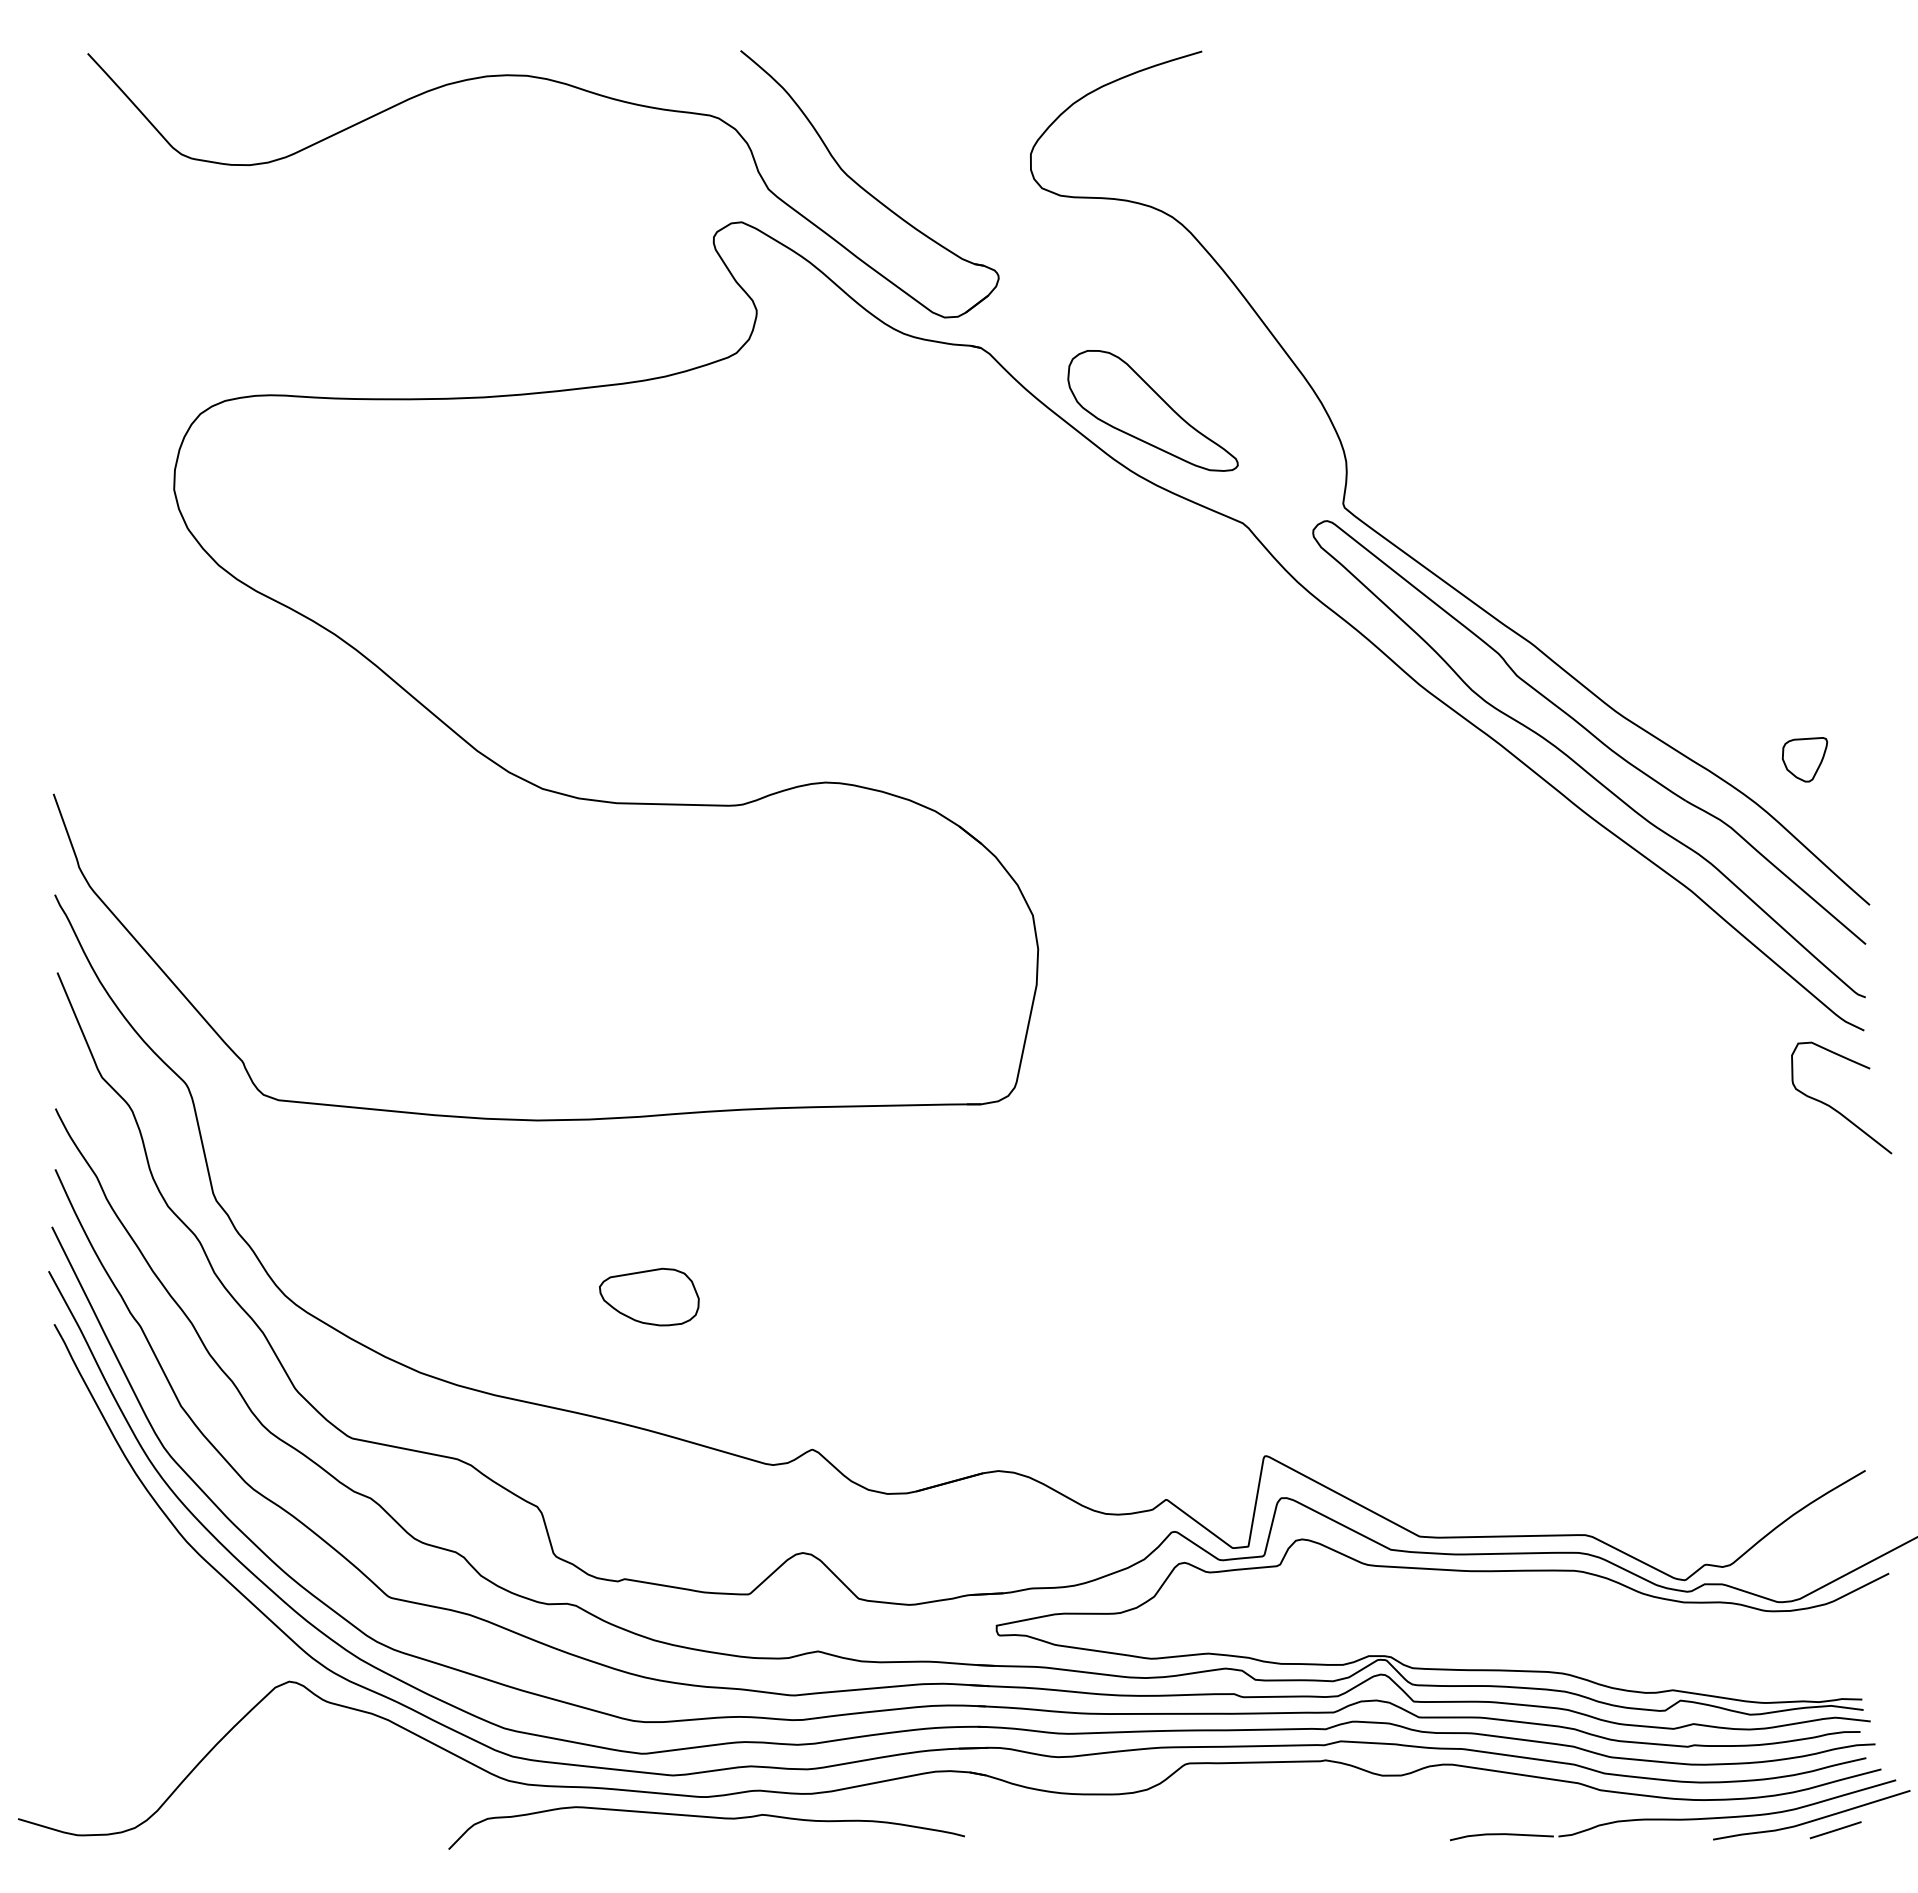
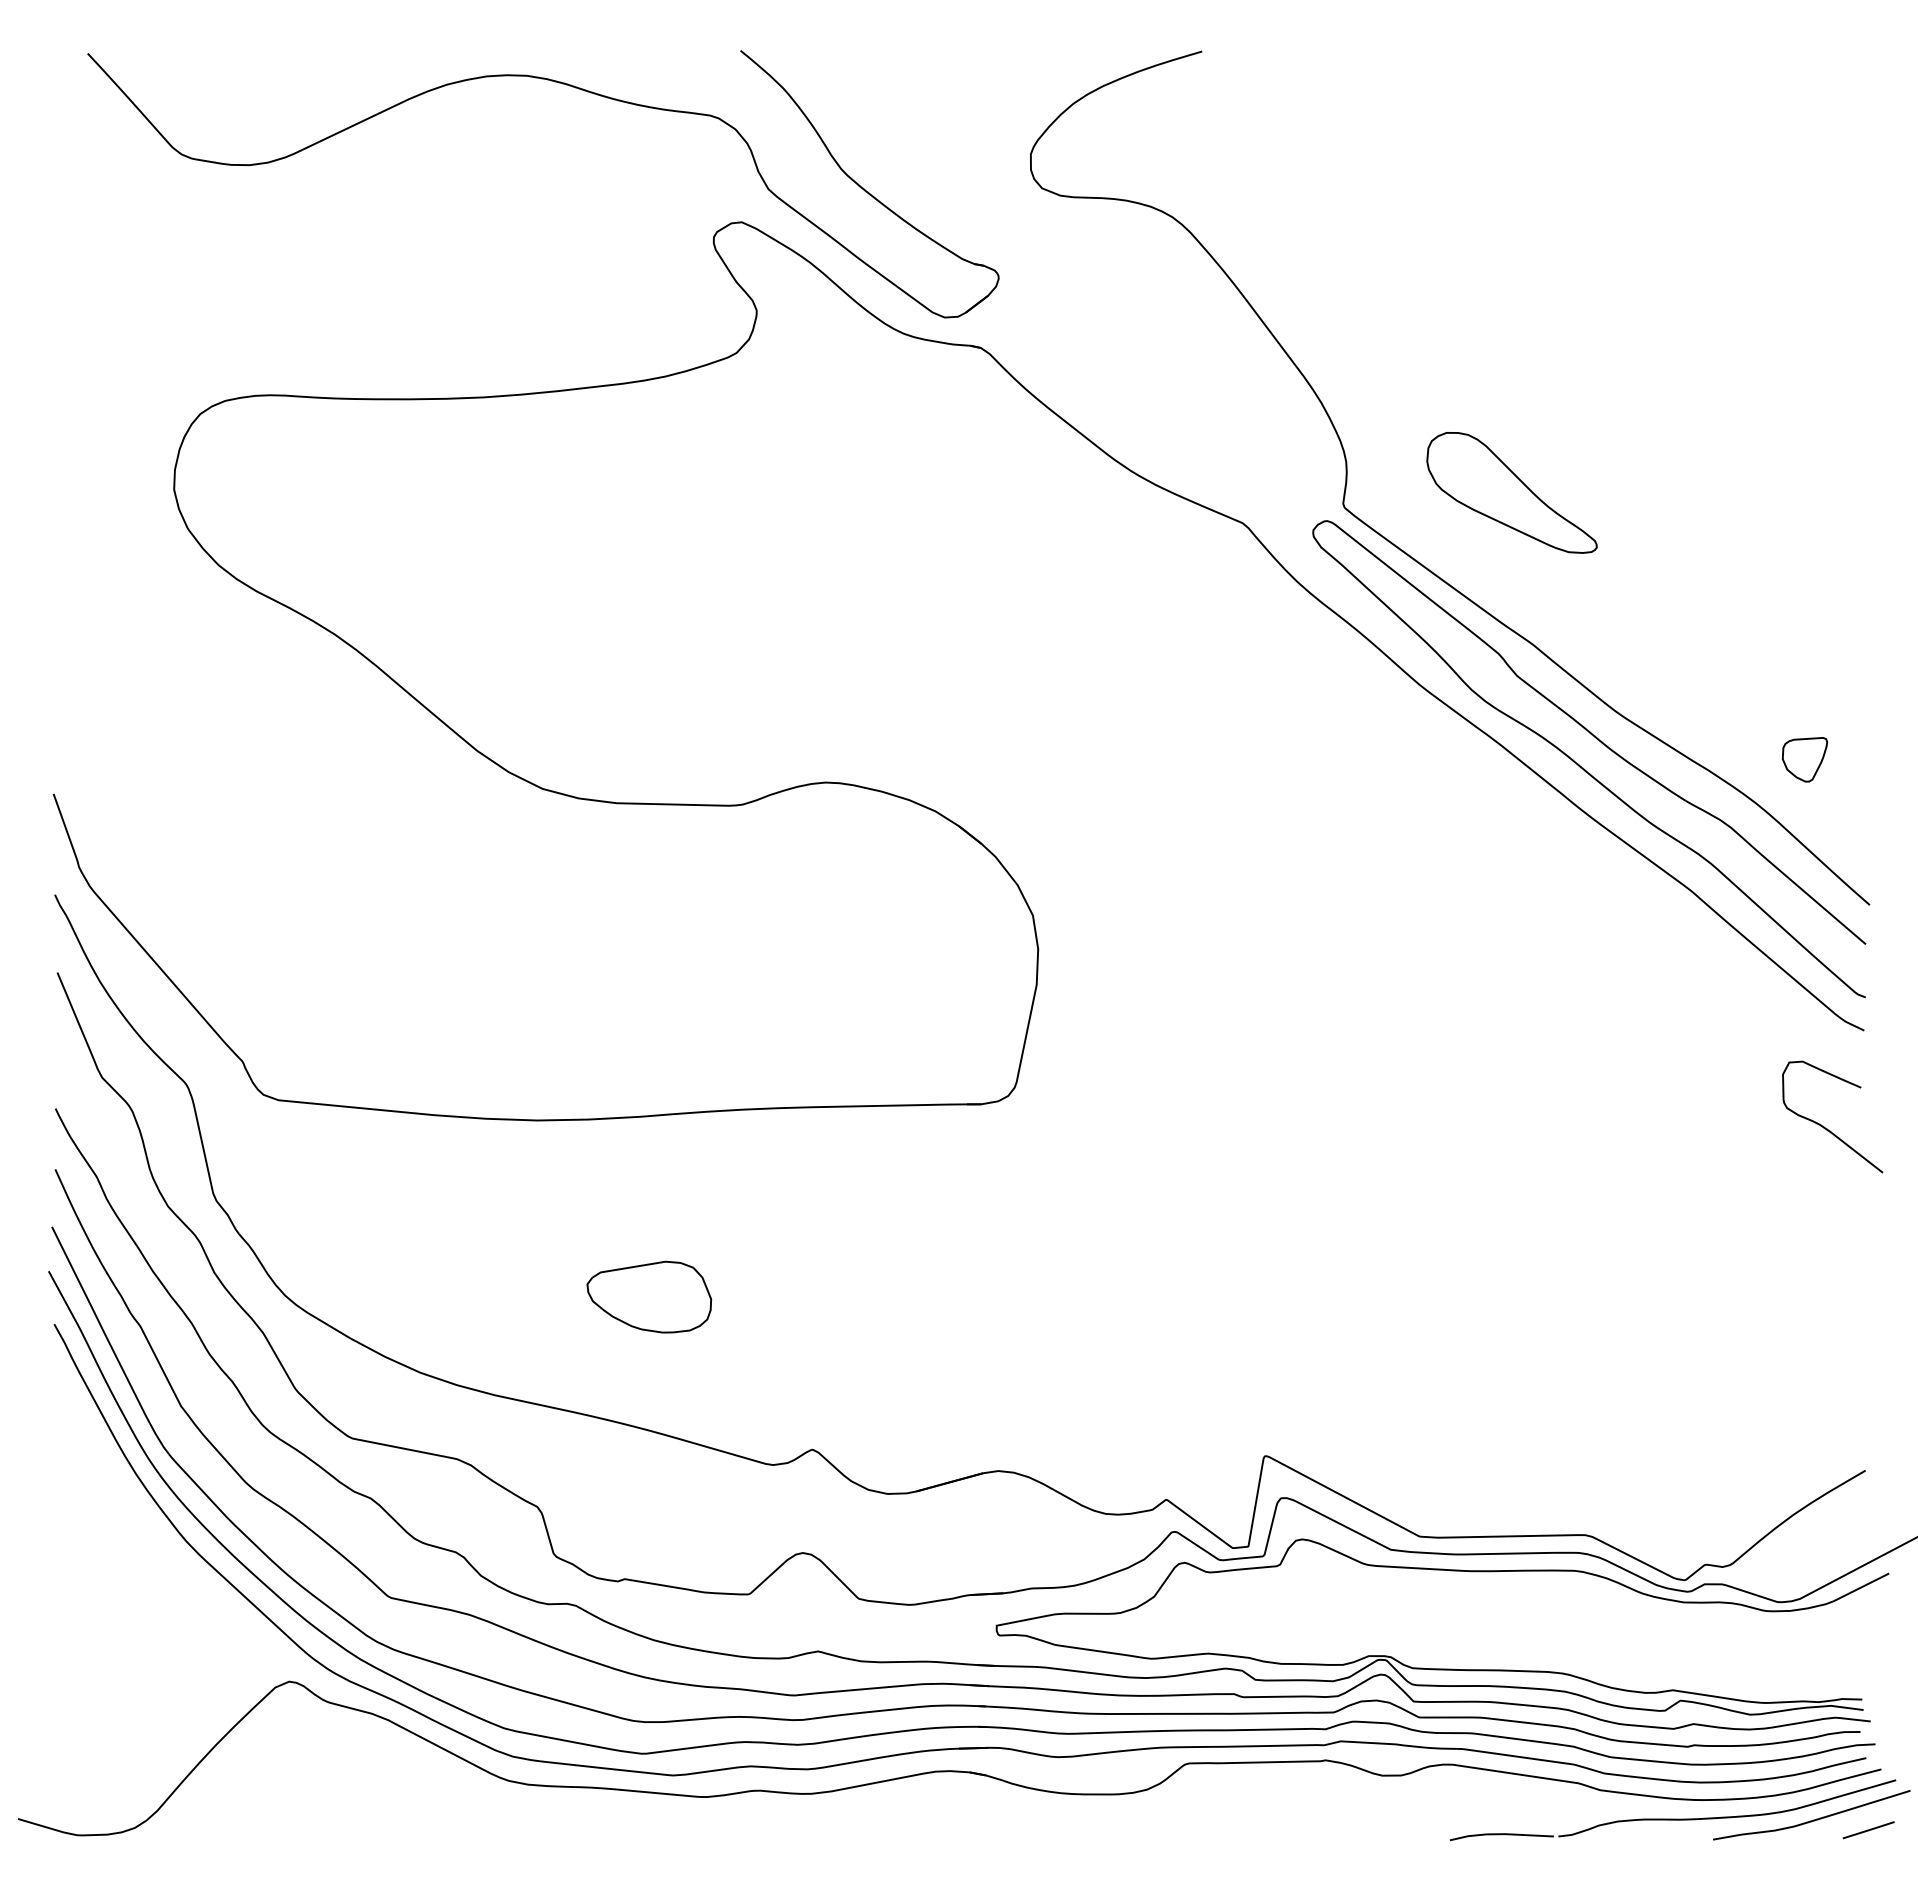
part at (1152, 410) position: (1152, 410) -> (1511, 492)
curve at (1833, 1107) position: (1833, 1107) -> (1824, 1126)
part at (649, 1296) size: 101x60 px -> 127x74 px
curve at (709, 1818): present -> none
line at (1835, 1830) position: (1835, 1830) -> (1868, 1830)
